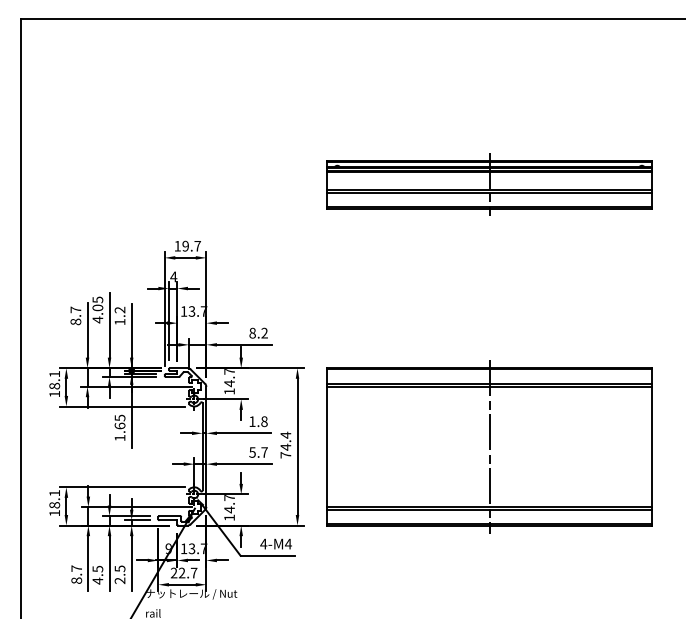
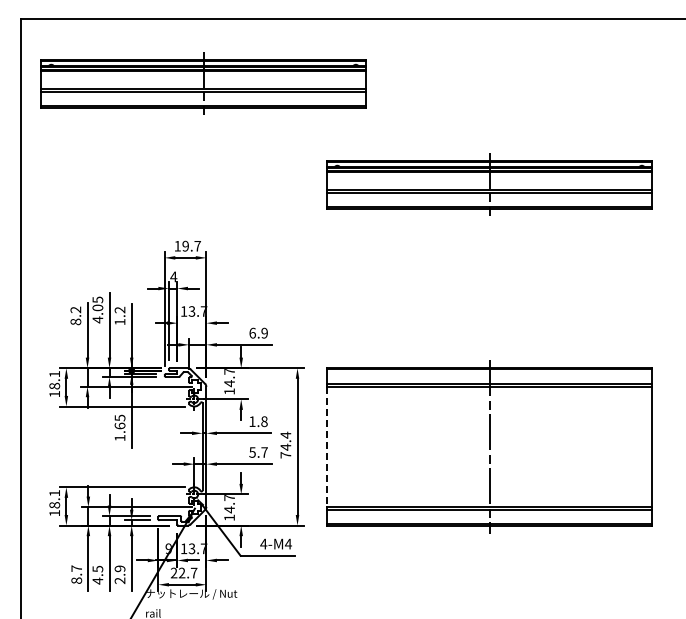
part at (203, 83): none -> present
text at (75, 309): 8.7 -> 8.2
text at (258, 332): 8.2 -> 6.9
line at (326, 447): solid -> dashed
text at (119, 568): 2.5 -> 2.9
